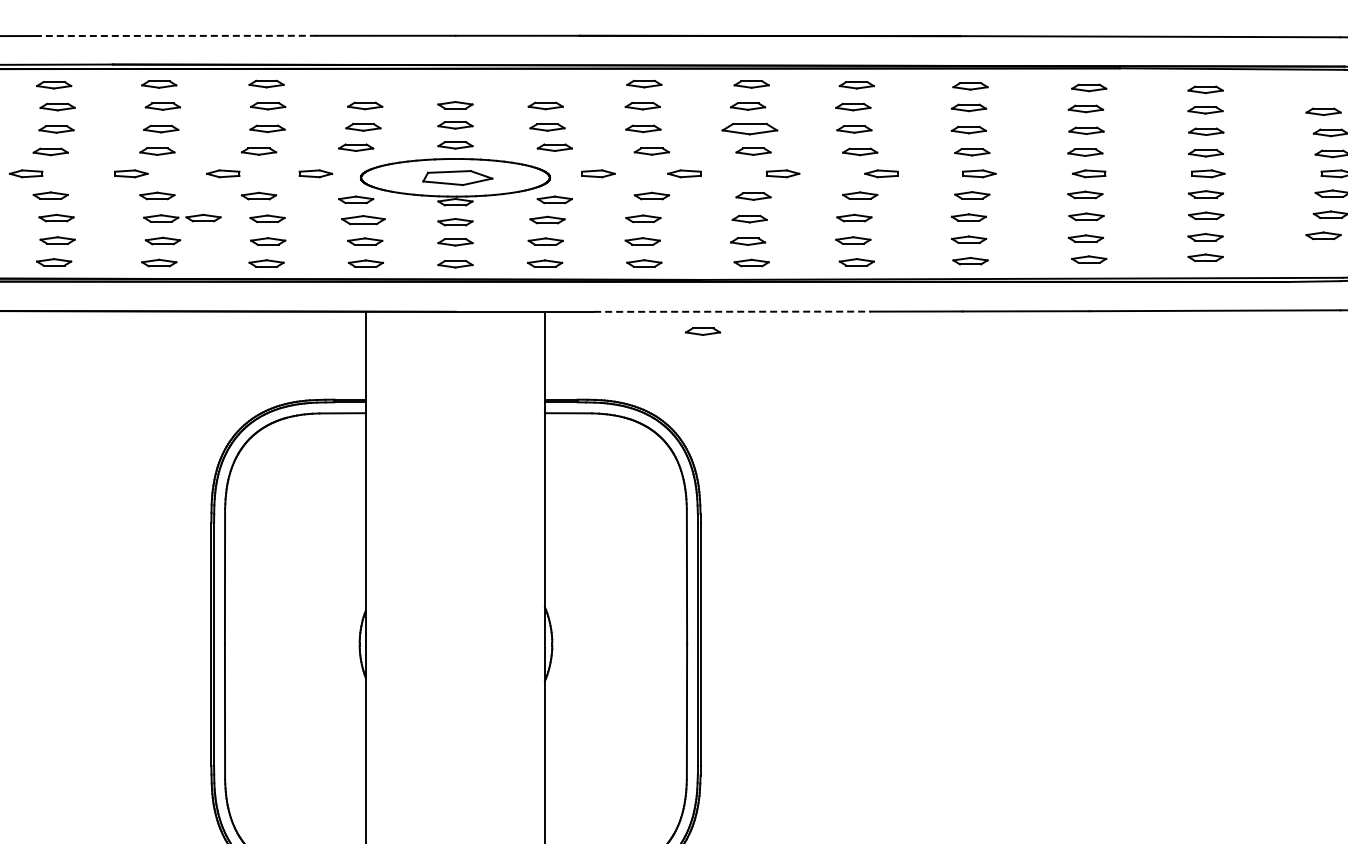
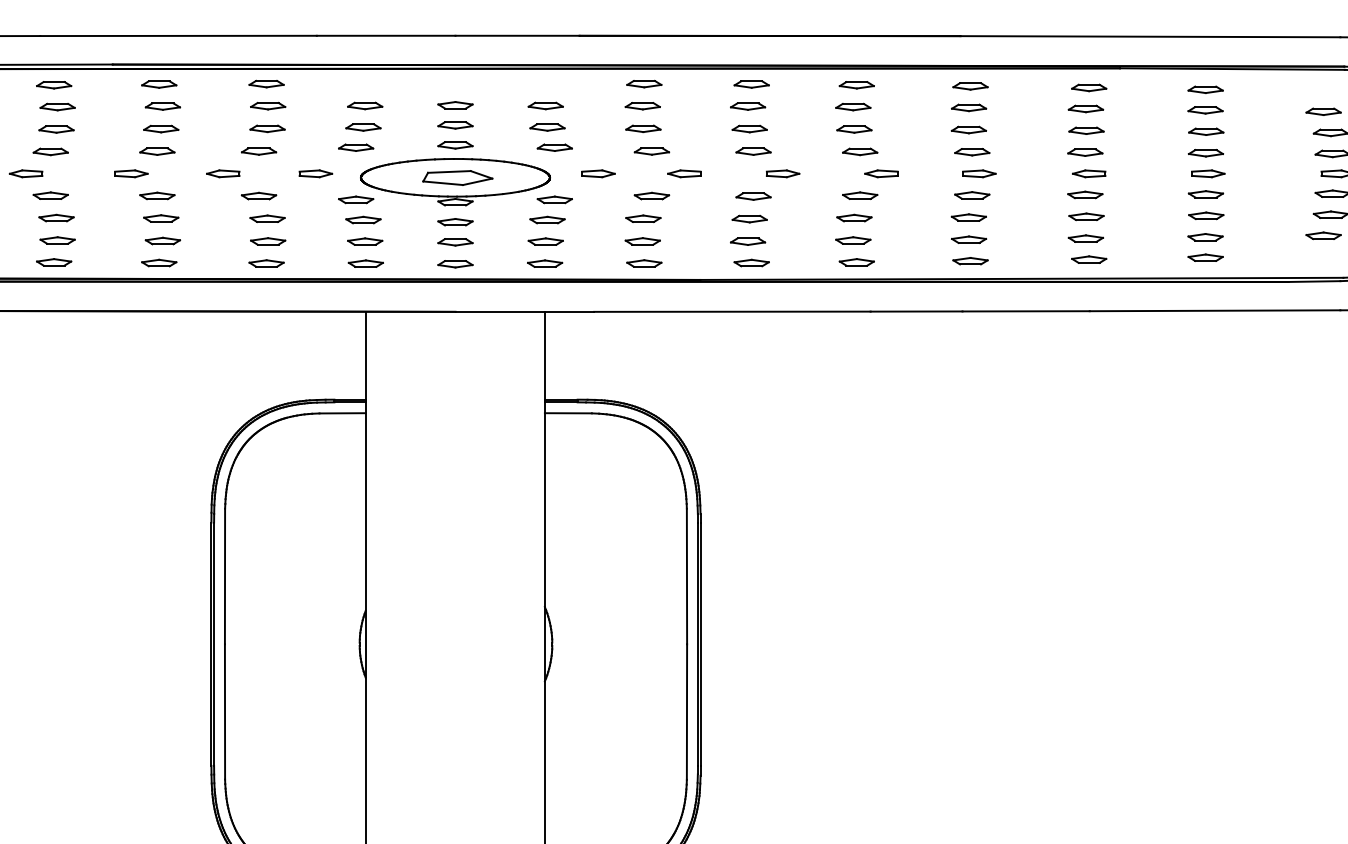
line at (178, 35): dashed -> solid
part at (749, 129) size: 58x13 px -> 37x10 px
part at (203, 217): present -> none
part at (363, 220) size: 45x11 px -> 37x10 px
line at (732, 311): dashed -> solid
part at (703, 331): present -> none
